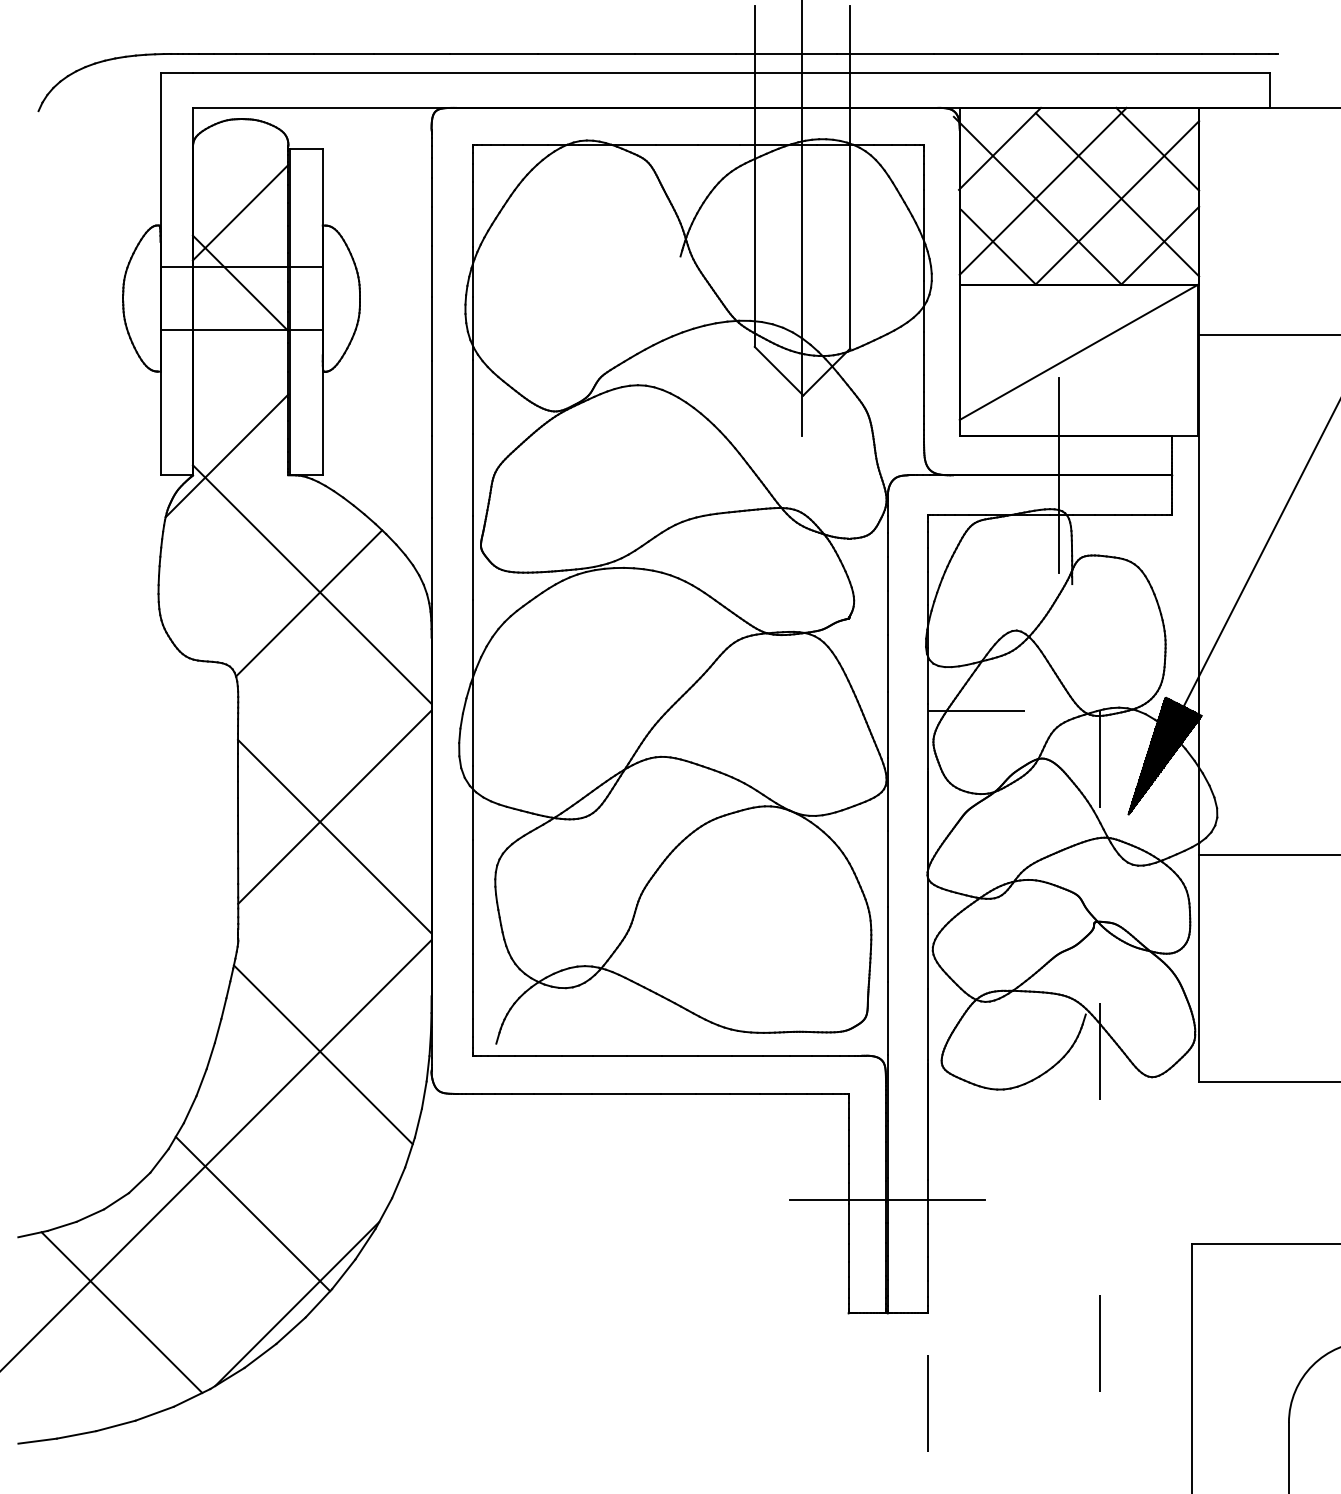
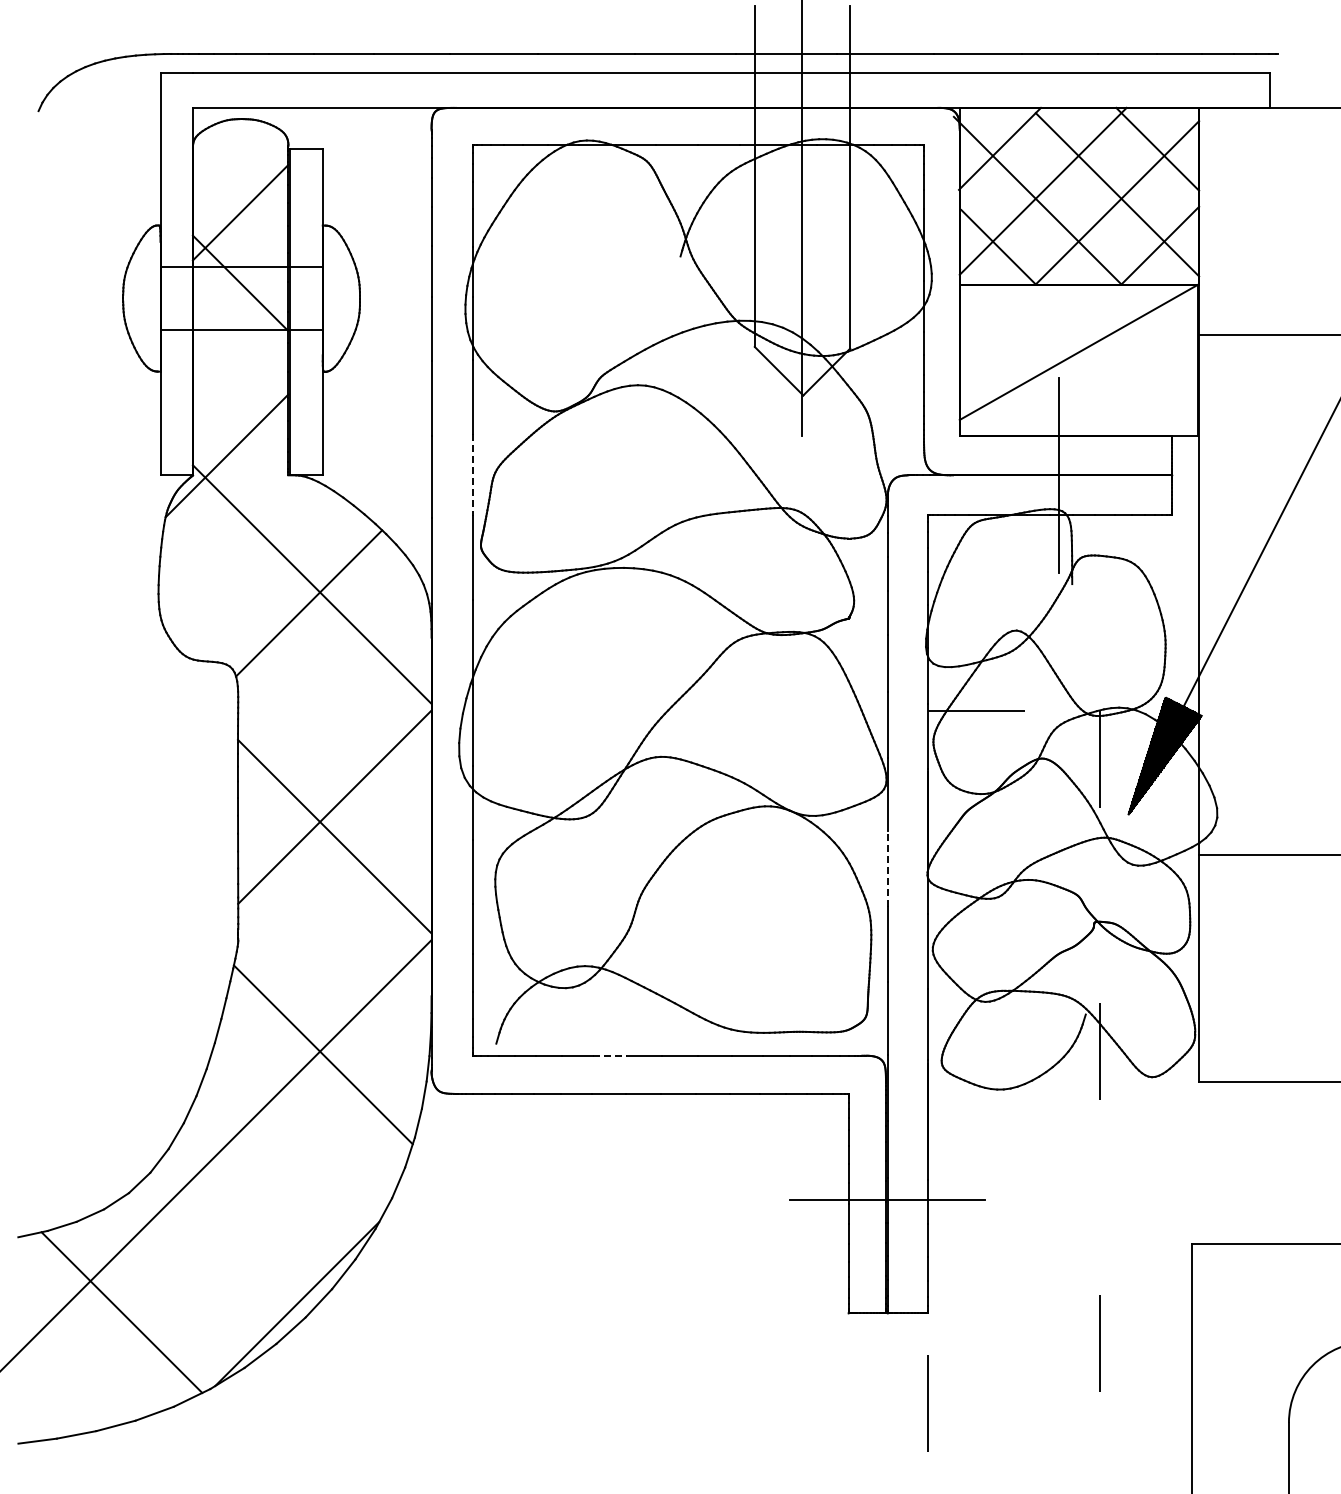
line at (472, 474): solid -> dashed
line at (887, 868): solid -> dashed
line at (610, 1055): solid -> dashed
line at (252, 1213): present -> none
